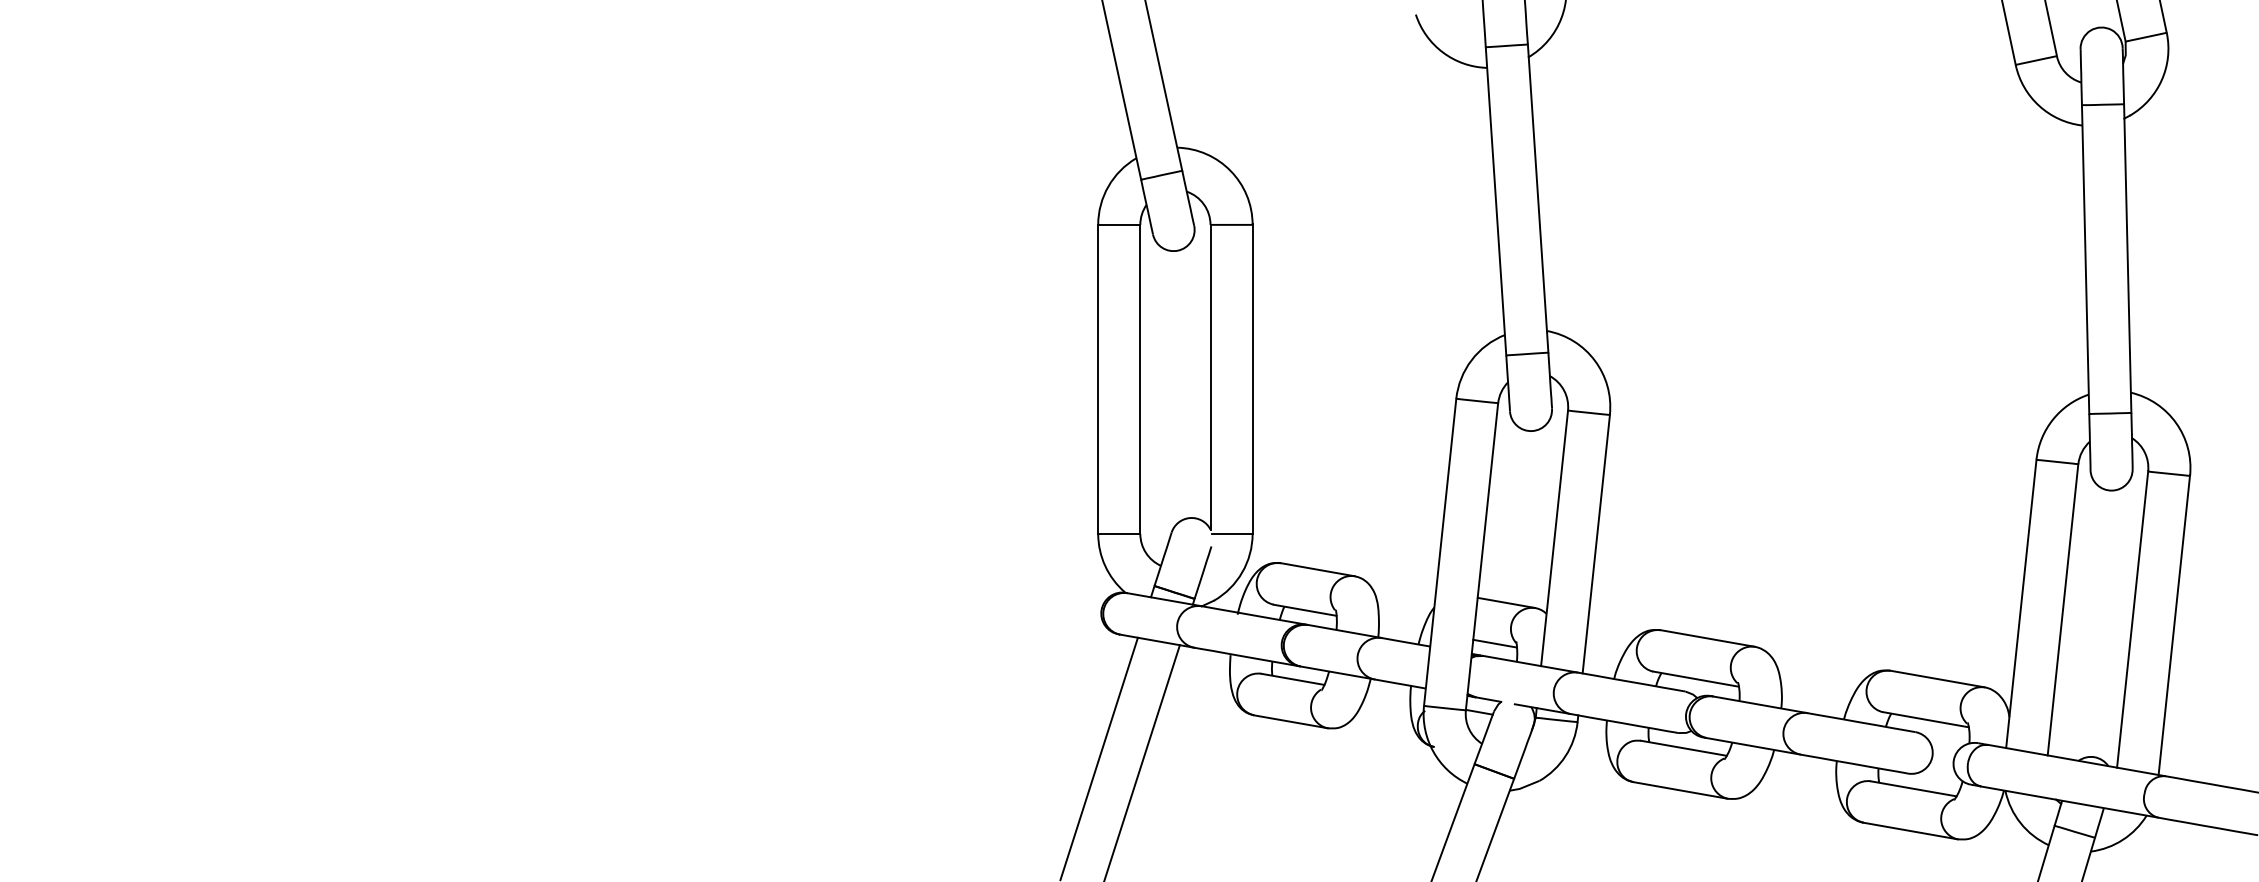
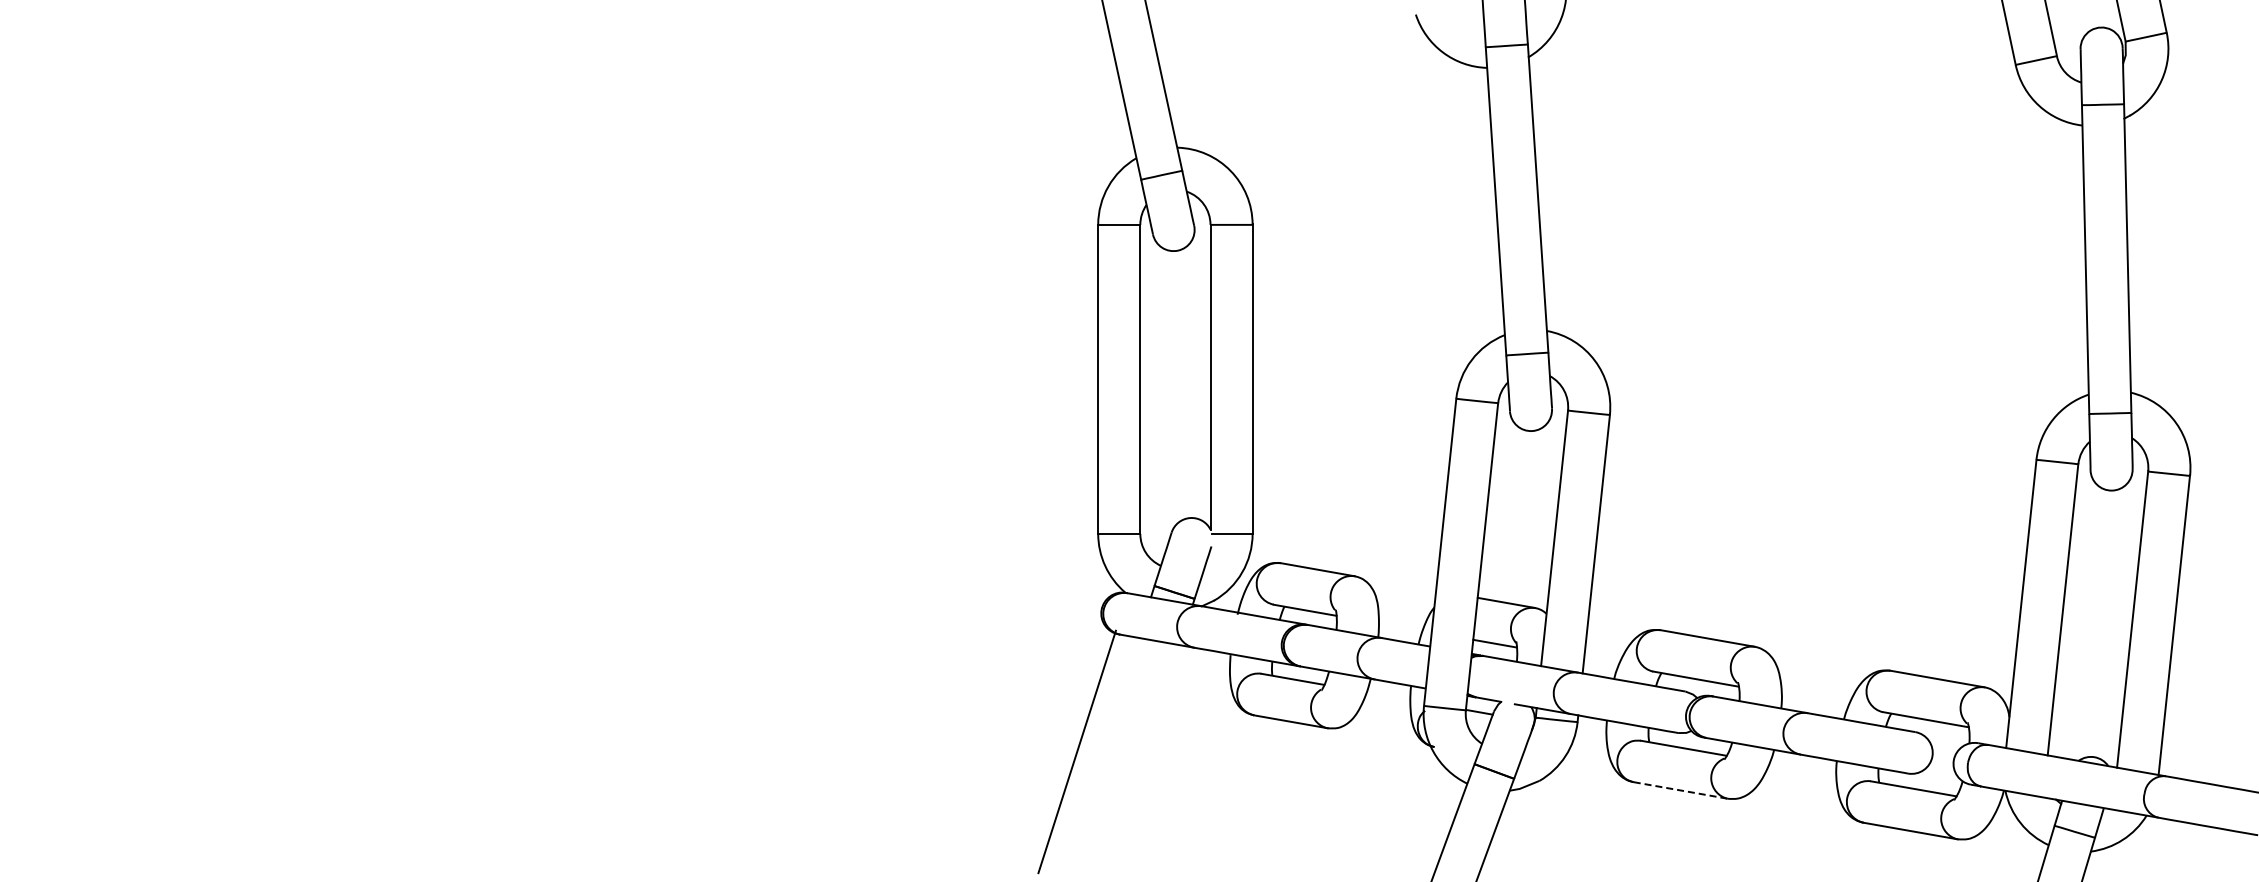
line at (1099, 757) position: (1099, 757) -> (1076, 751)
line at (1142, 761): present -> none
line at (1680, 790): solid -> dashed
